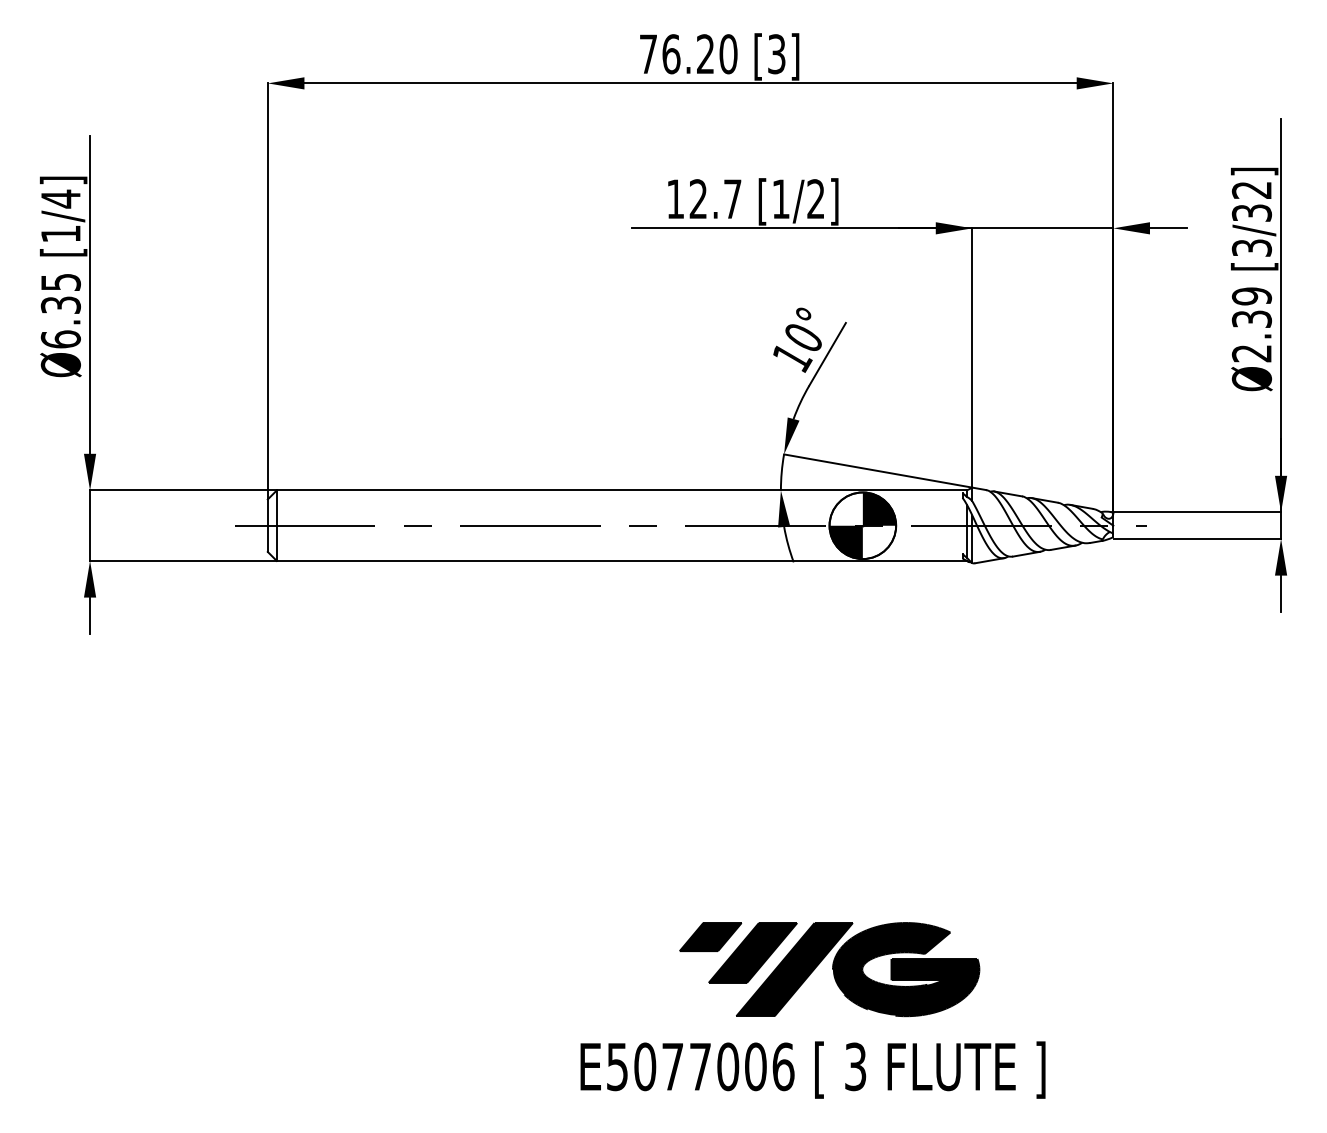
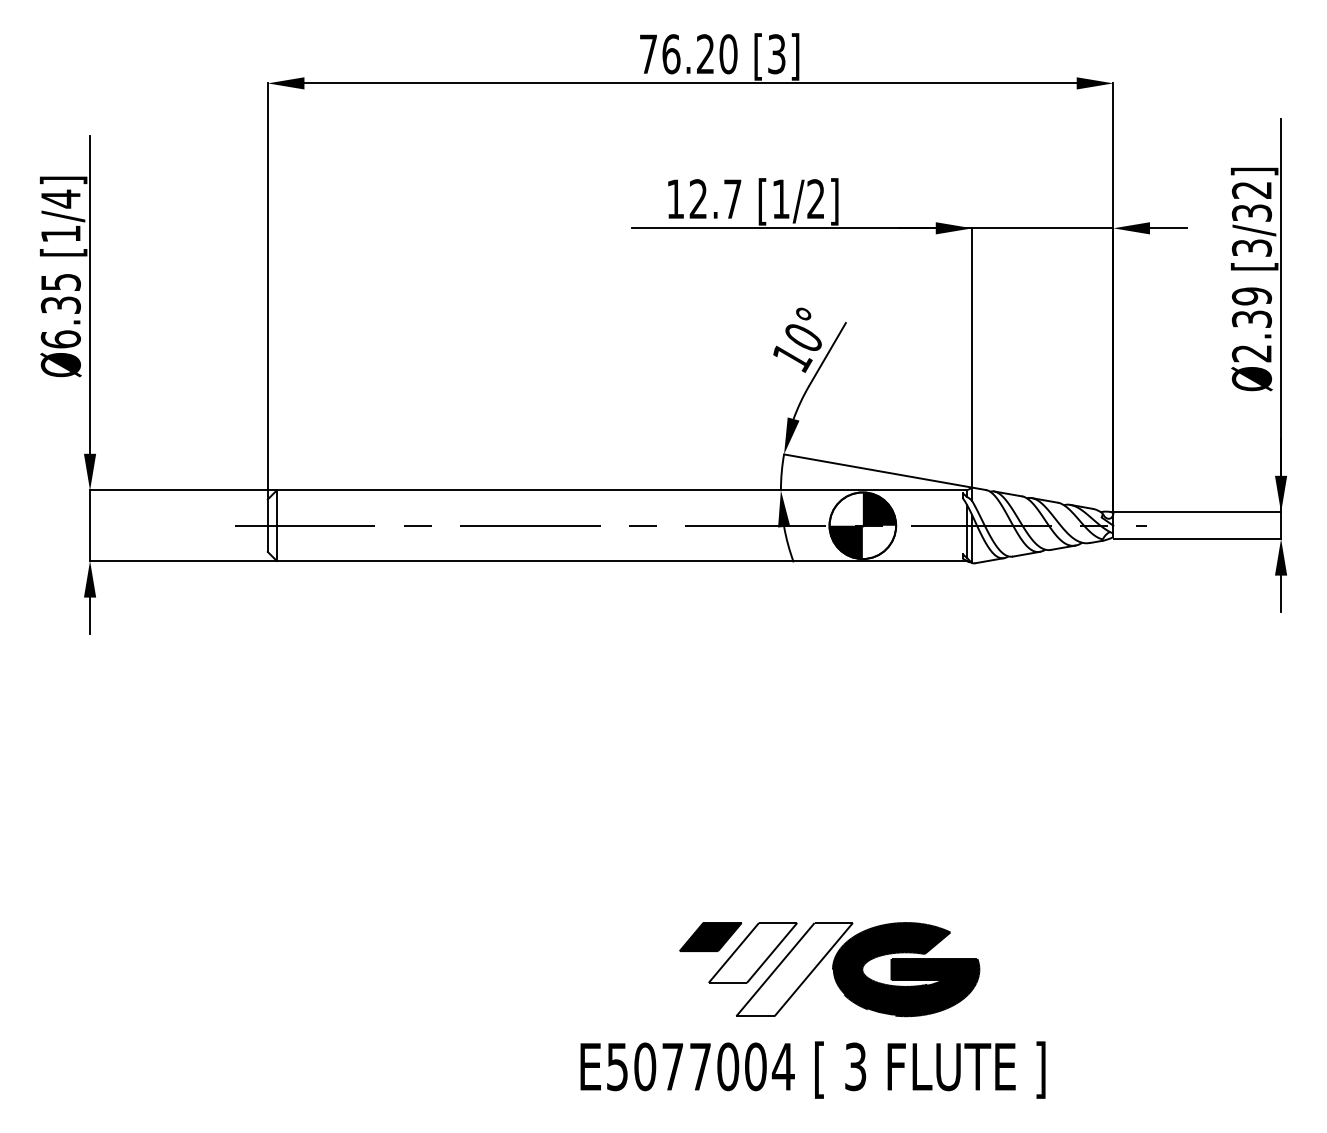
fill at (752, 952): present -> none
fill at (794, 969): present -> none
text at (782, 1066): E5077006 -> E5077004
